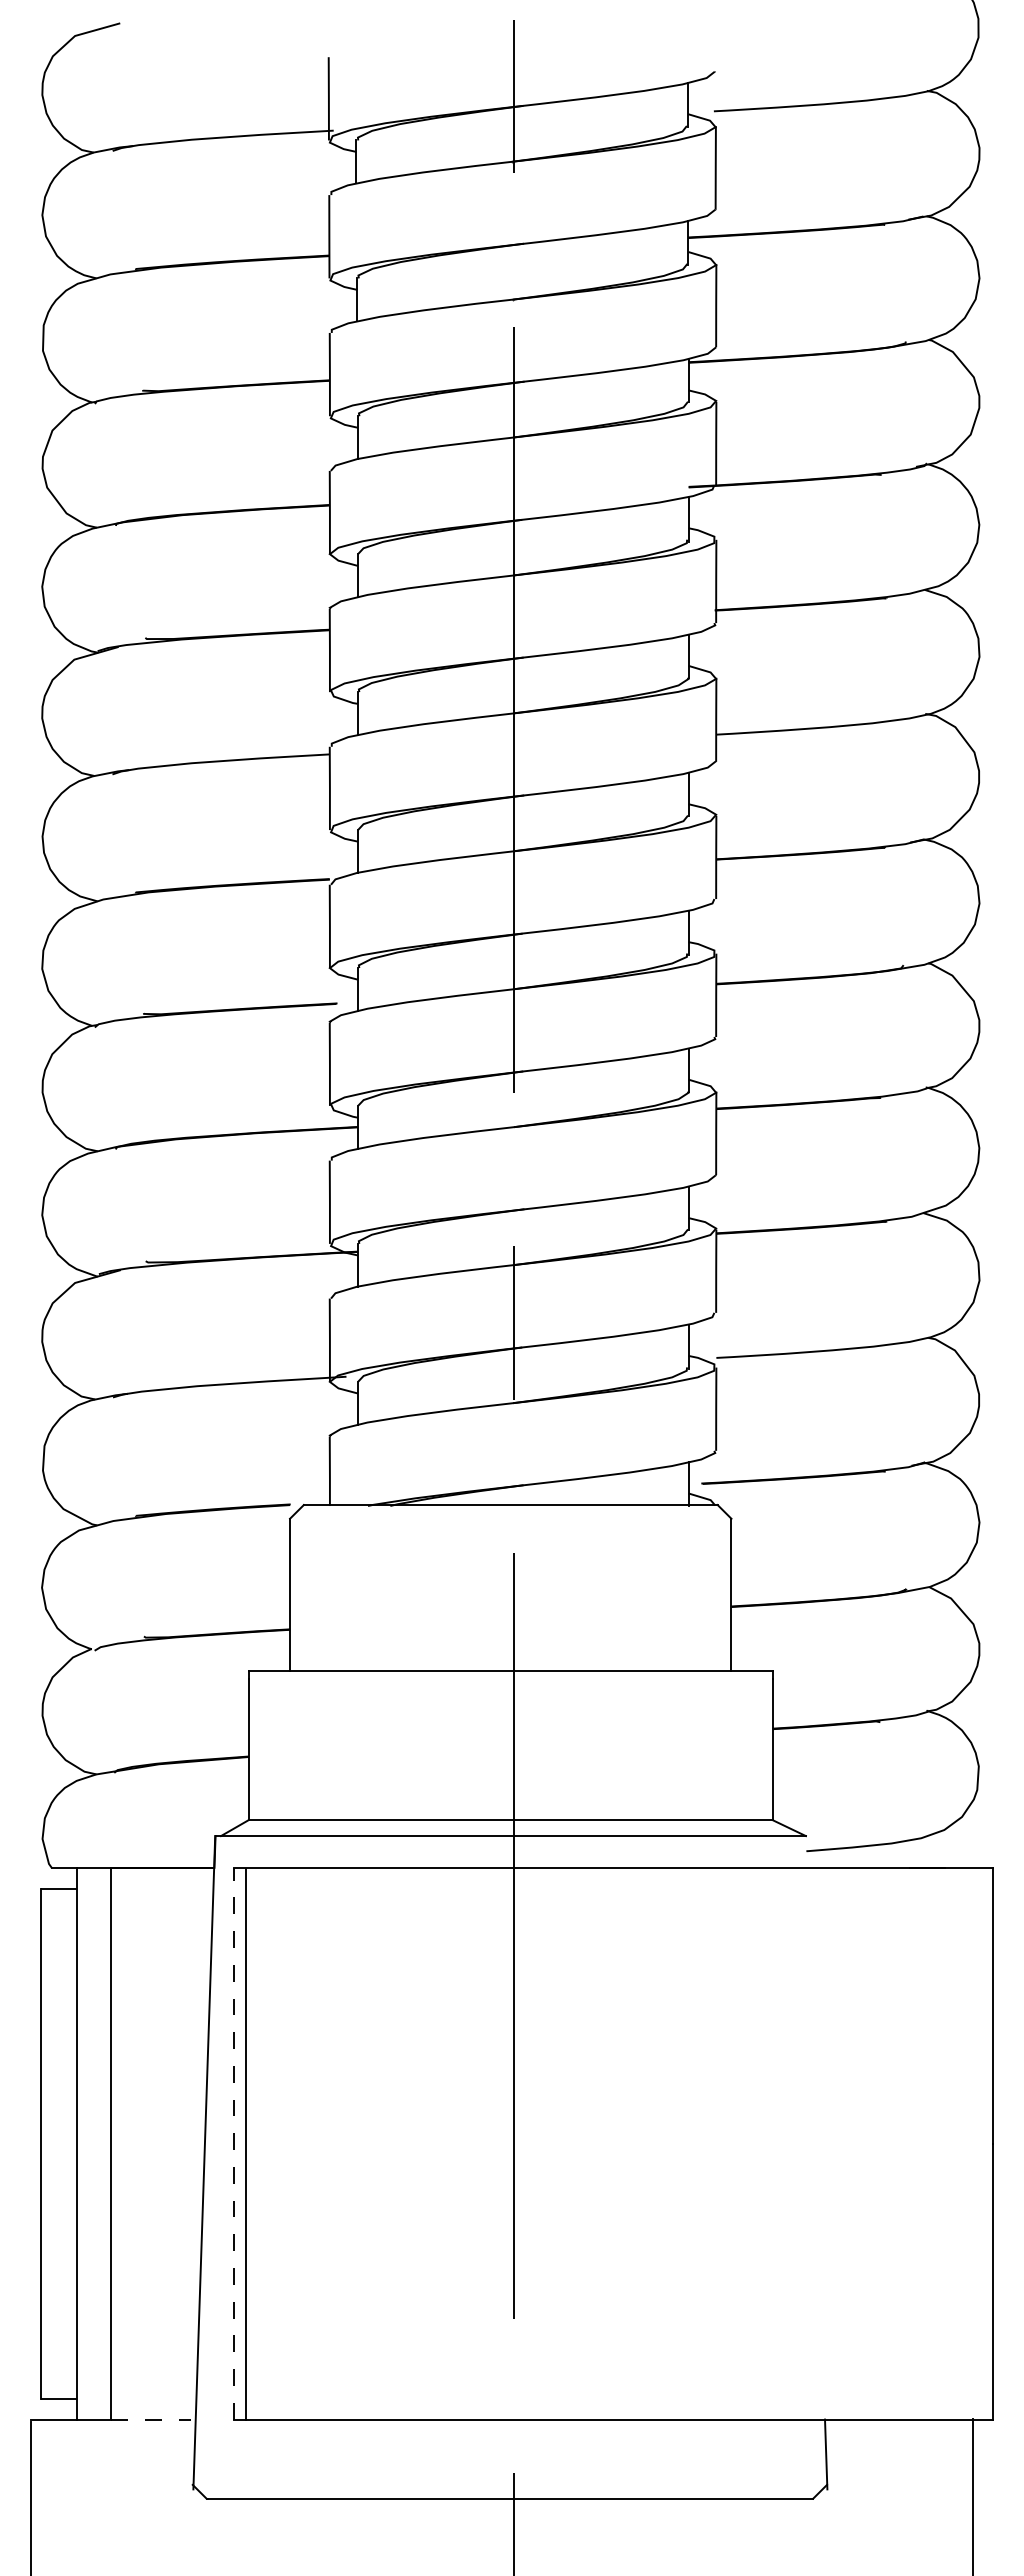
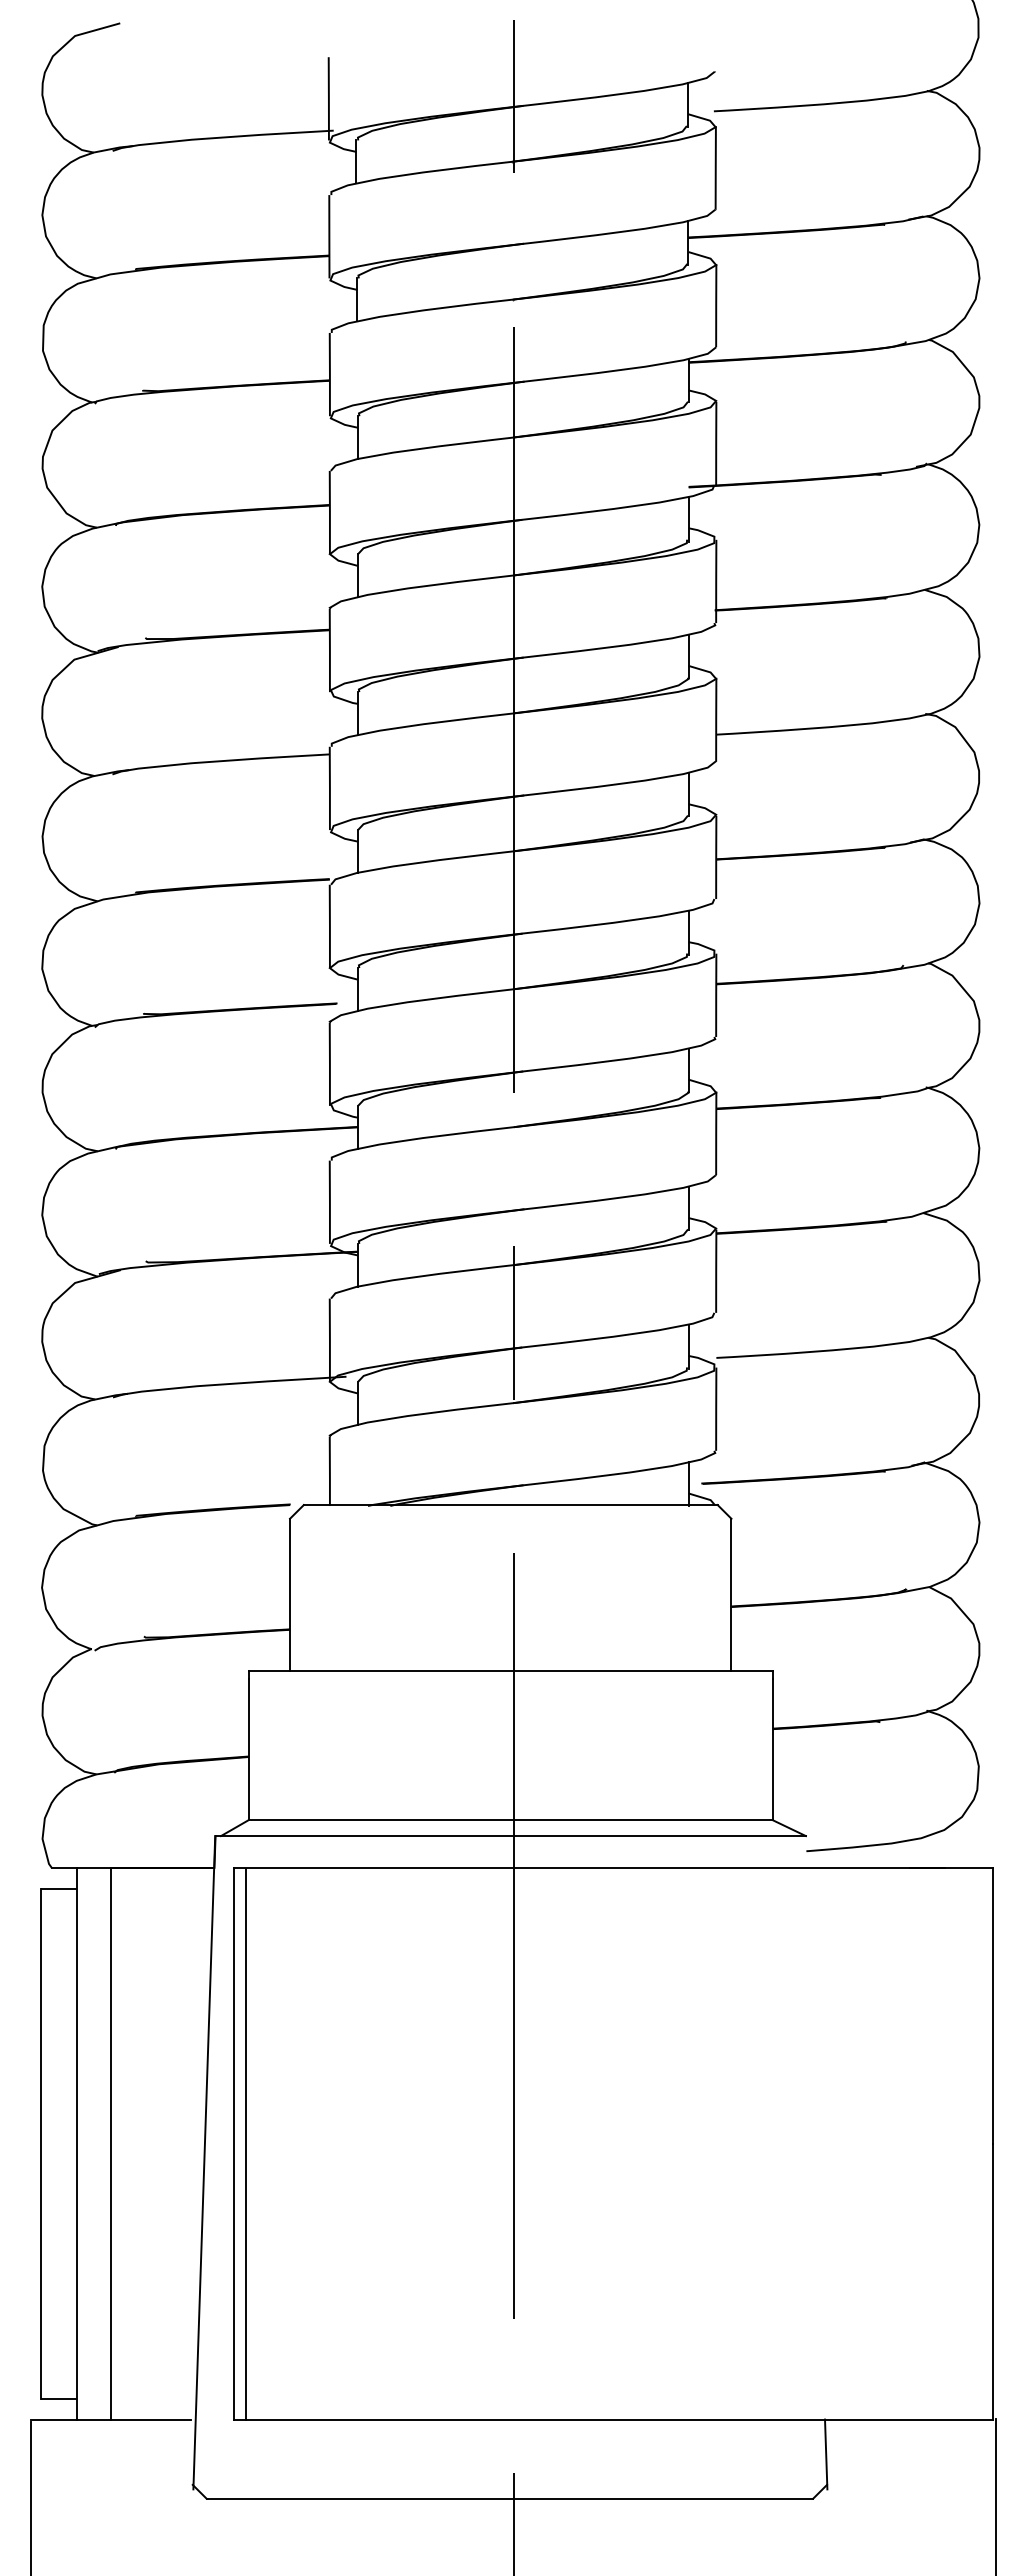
line at (233, 2143): dashed -> solid
line at (151, 2419): dashed -> solid
line at (973, 2495) position: (973, 2495) -> (996, 2495)
